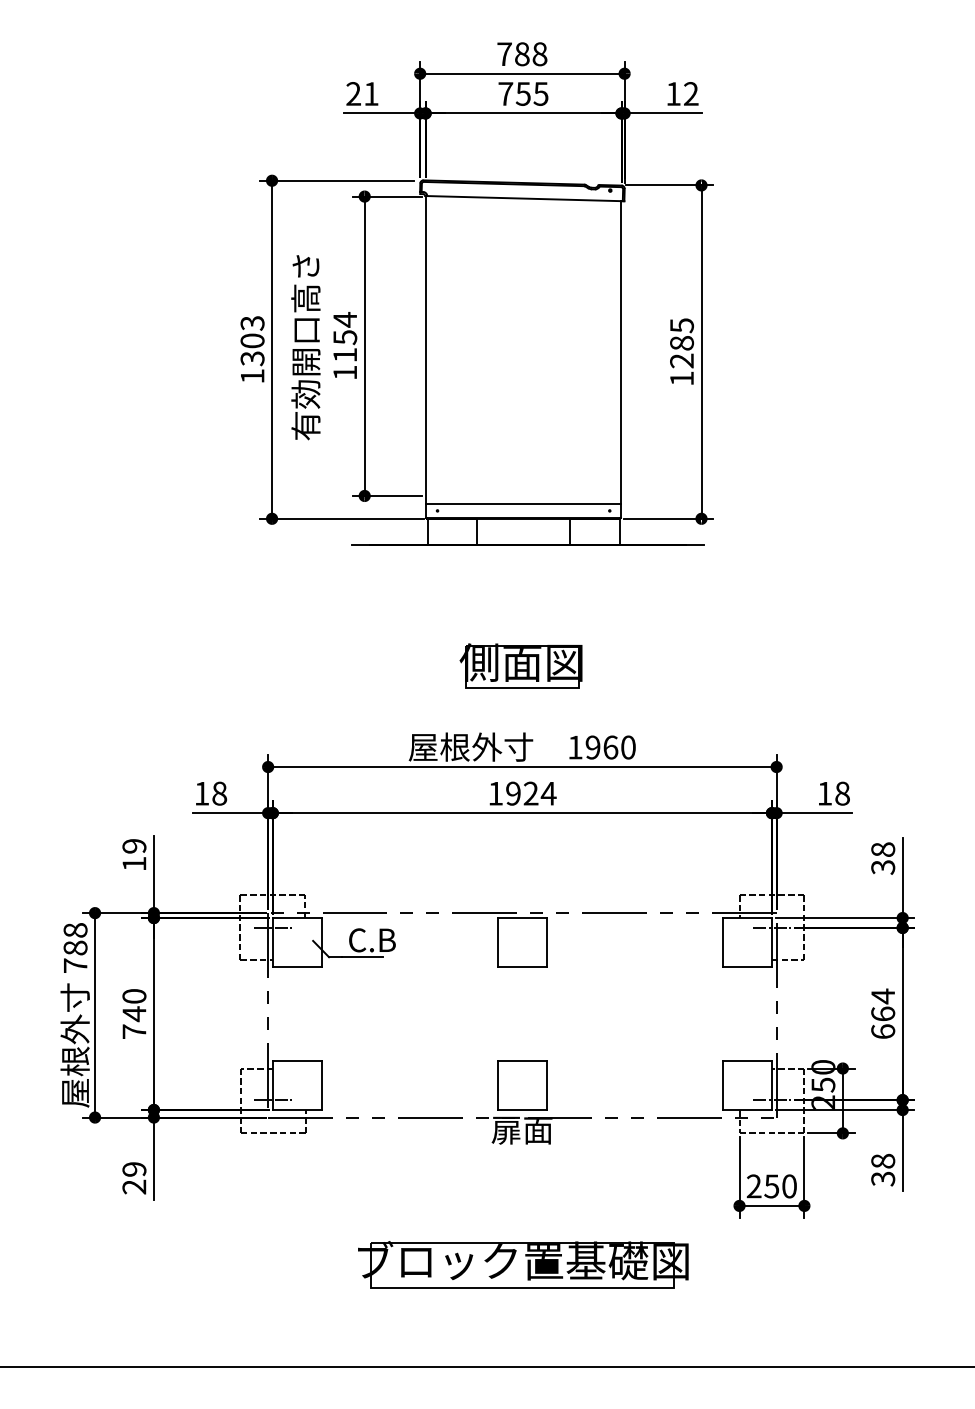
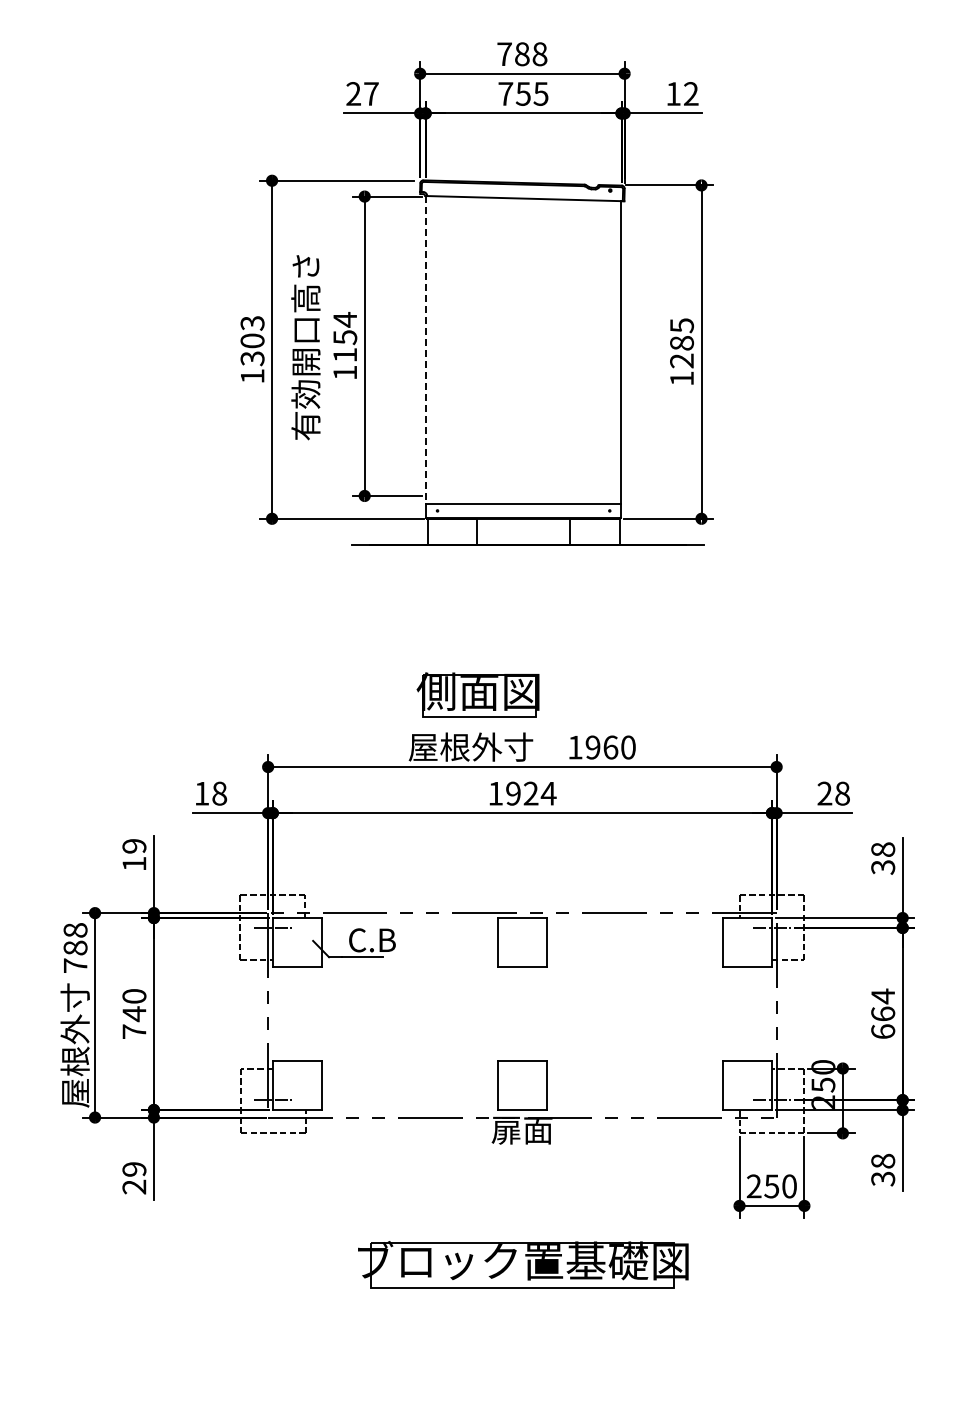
text at (371, 93): 21 -> 27
line at (425, 349): solid -> dashed
part at (520, 665) position: (520, 665) -> (477, 694)
text at (824, 793): 18 -> 28
line at (486, 1366): present -> none
